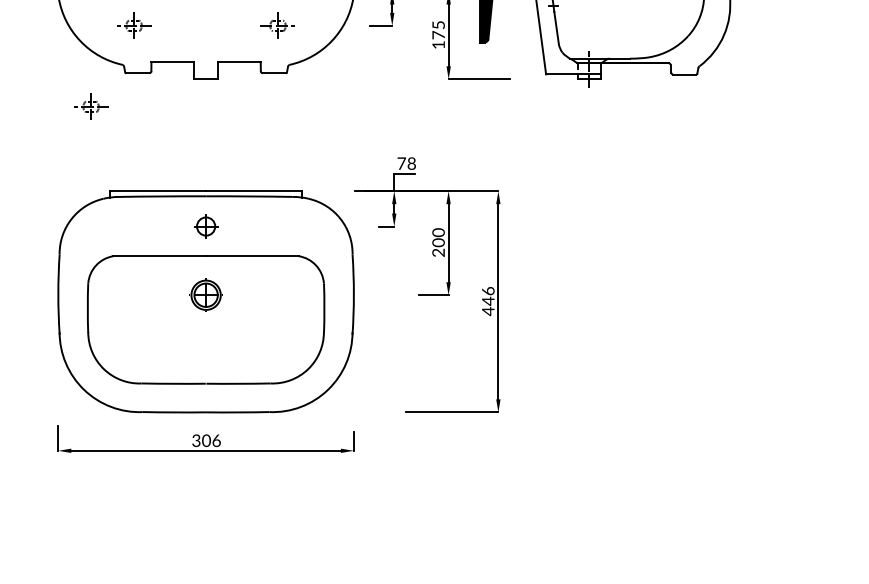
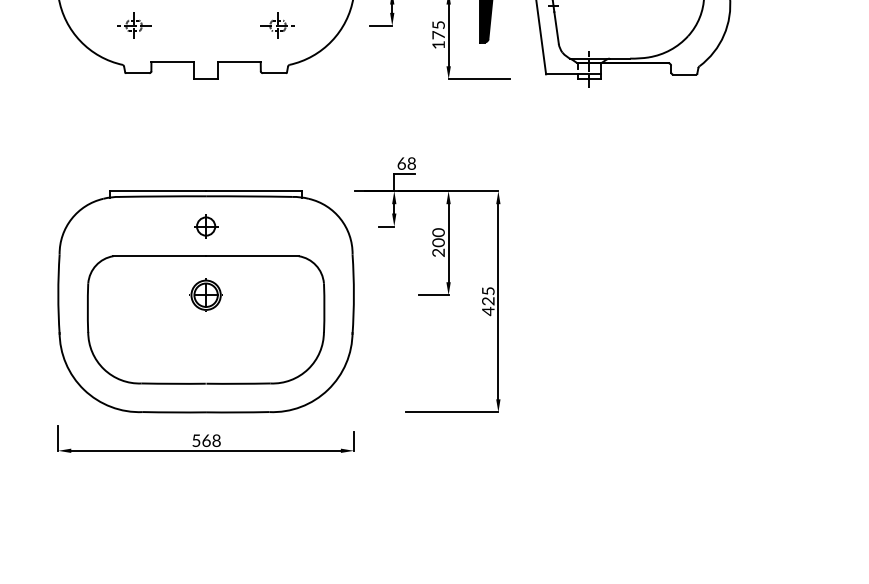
part at (91, 106): present -> none
text at (401, 163): 78 -> 68
text at (488, 296): 446 -> 425
text at (206, 440): 306 -> 568
